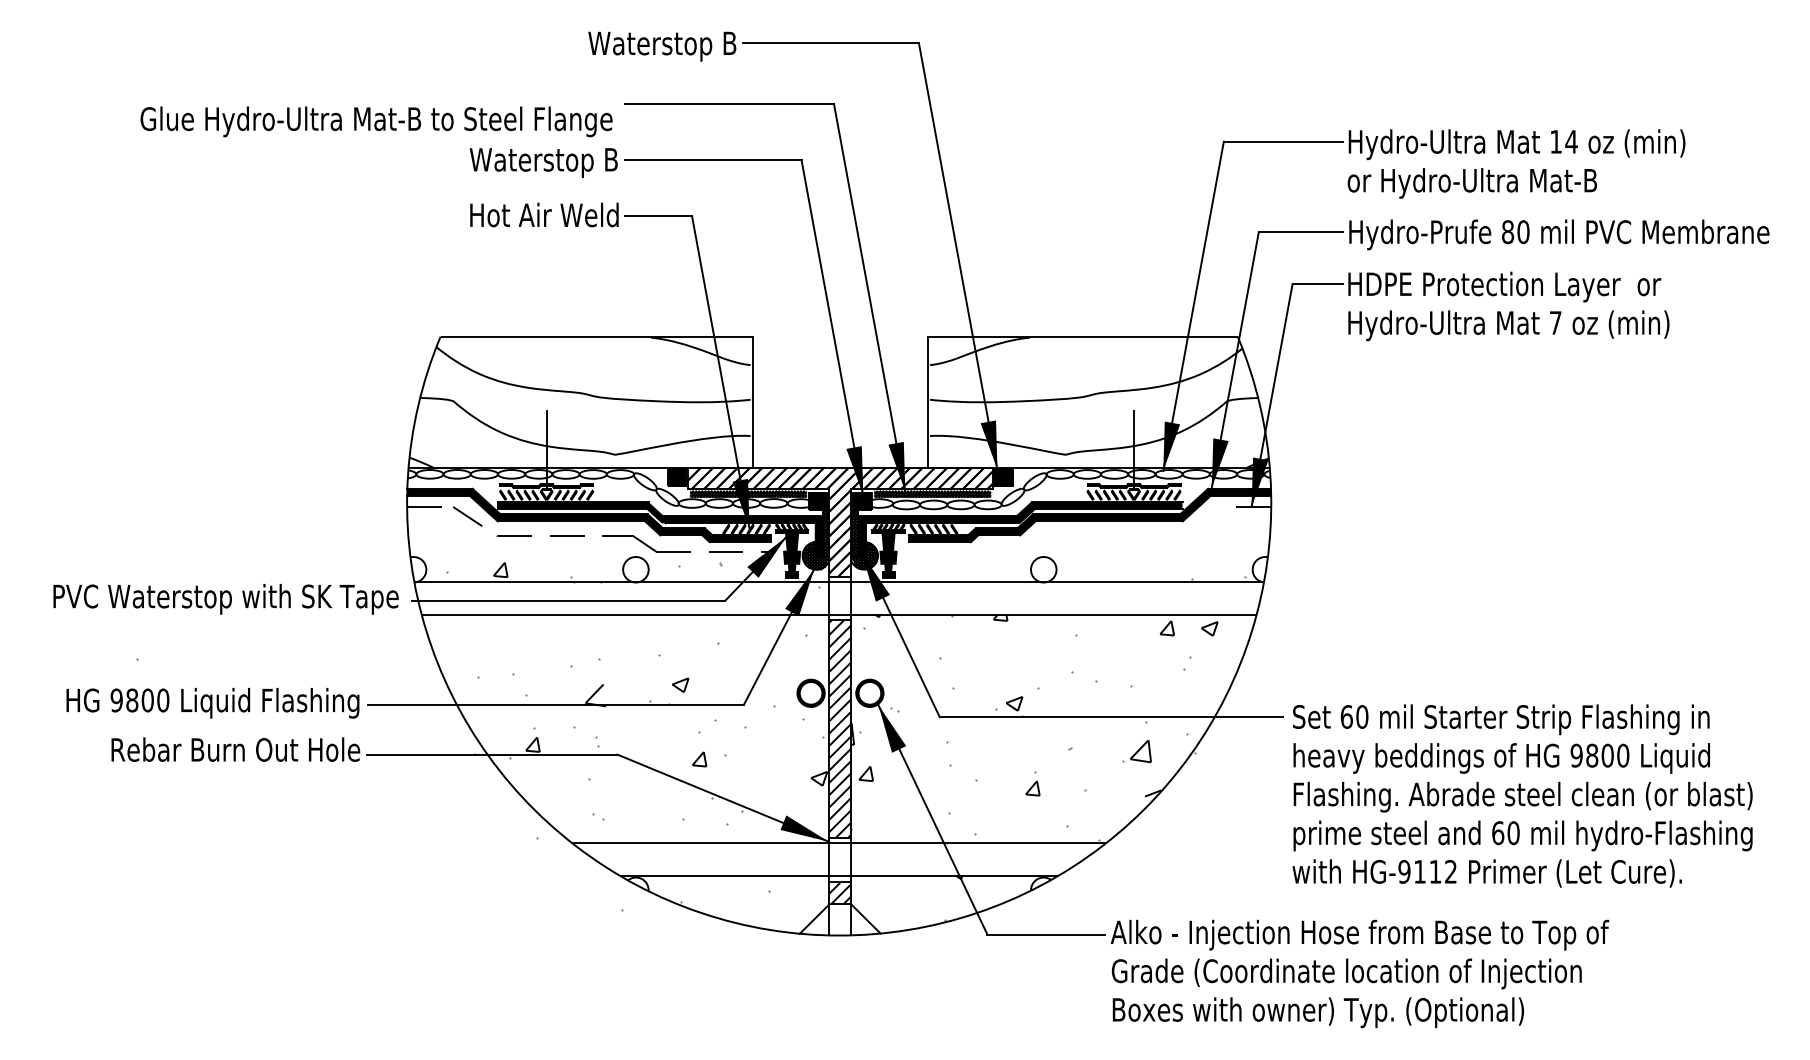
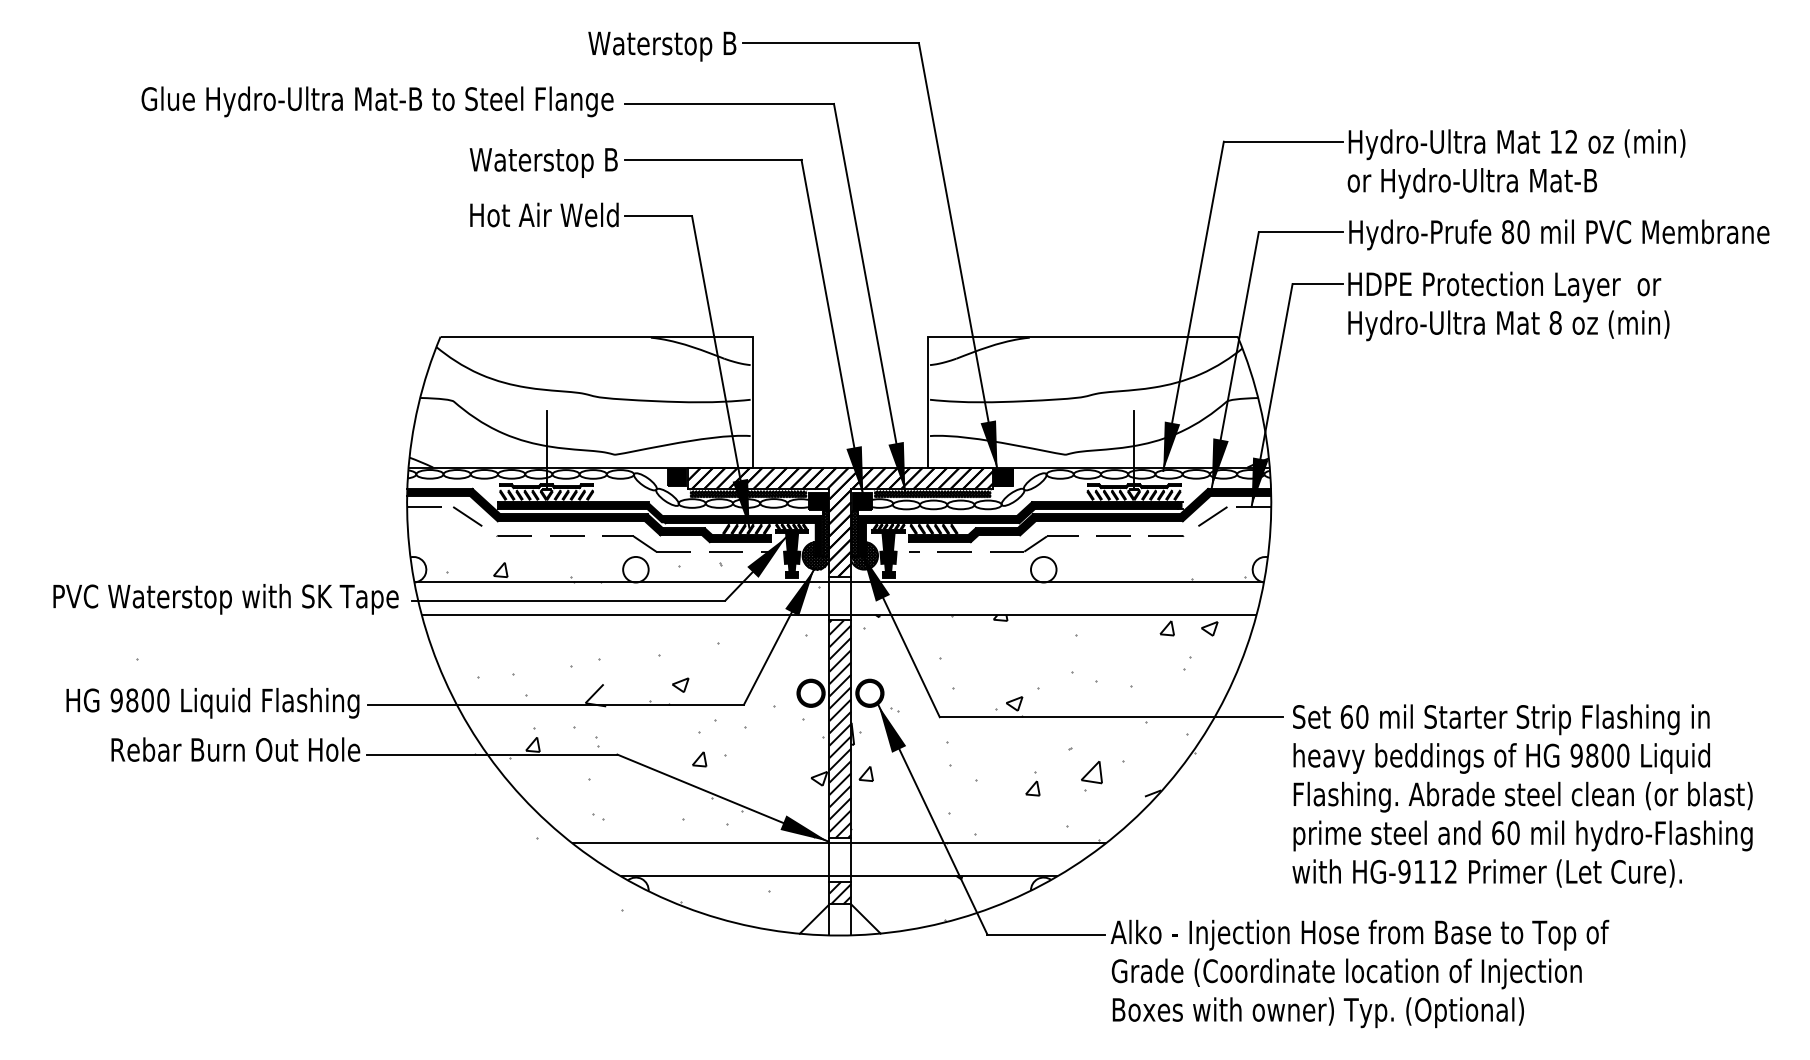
text at (376, 121) position: (376, 121) -> (377, 101)
text at (1571, 141): 14 -> 12
text at (1555, 322): 7 -> 8
part at (1068, 529): none -> present
part at (1140, 751) position: (1140, 751) -> (1091, 772)
